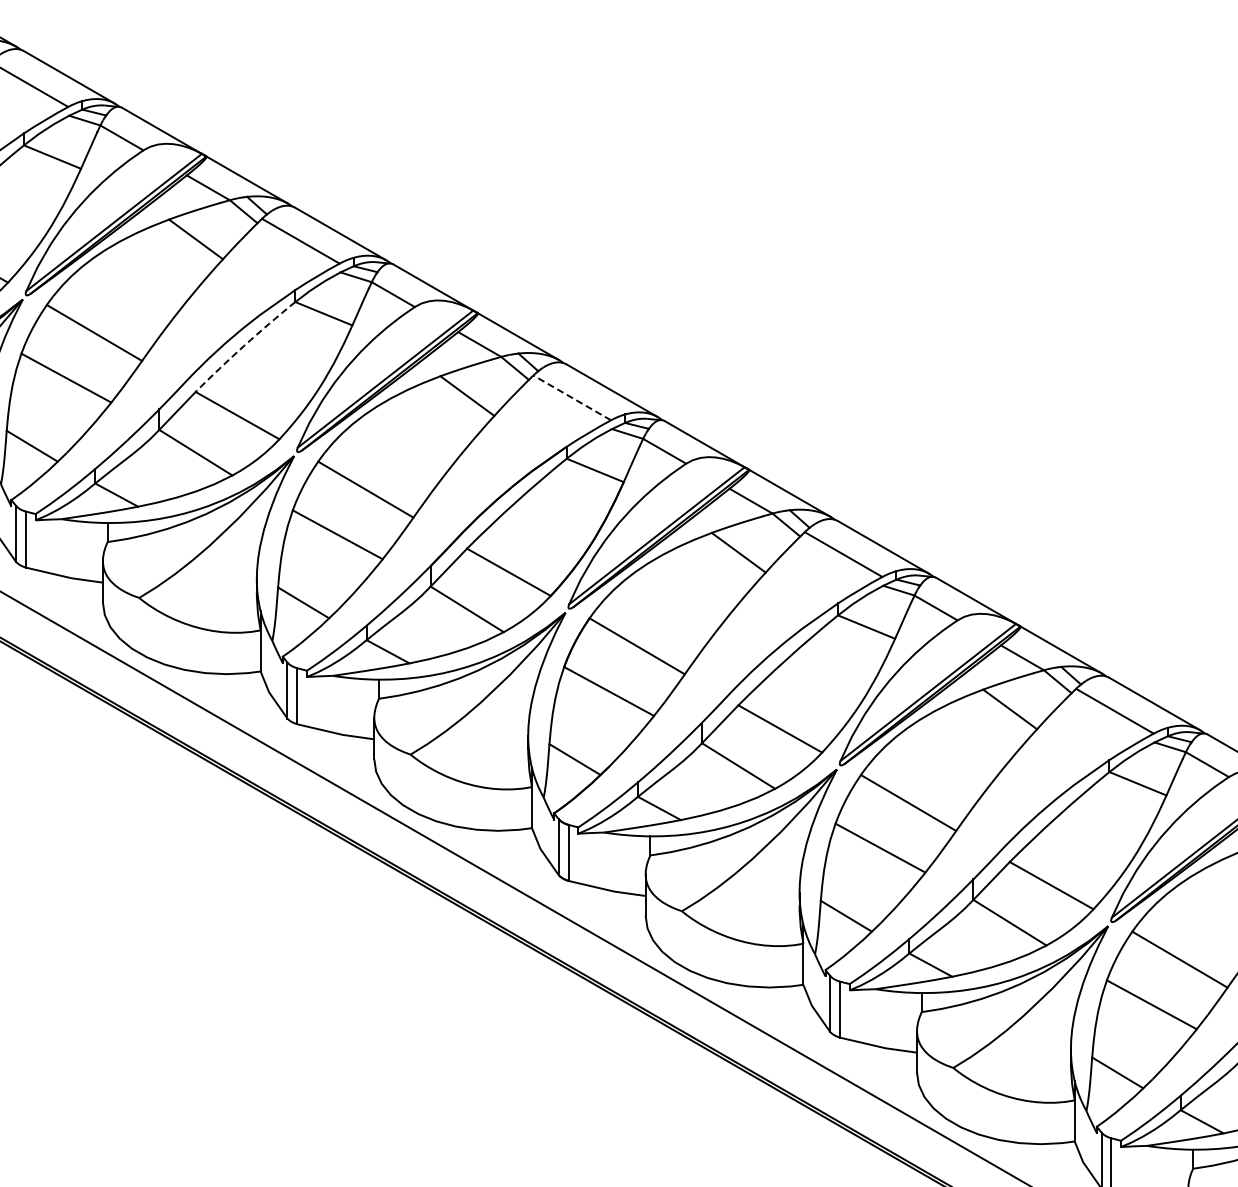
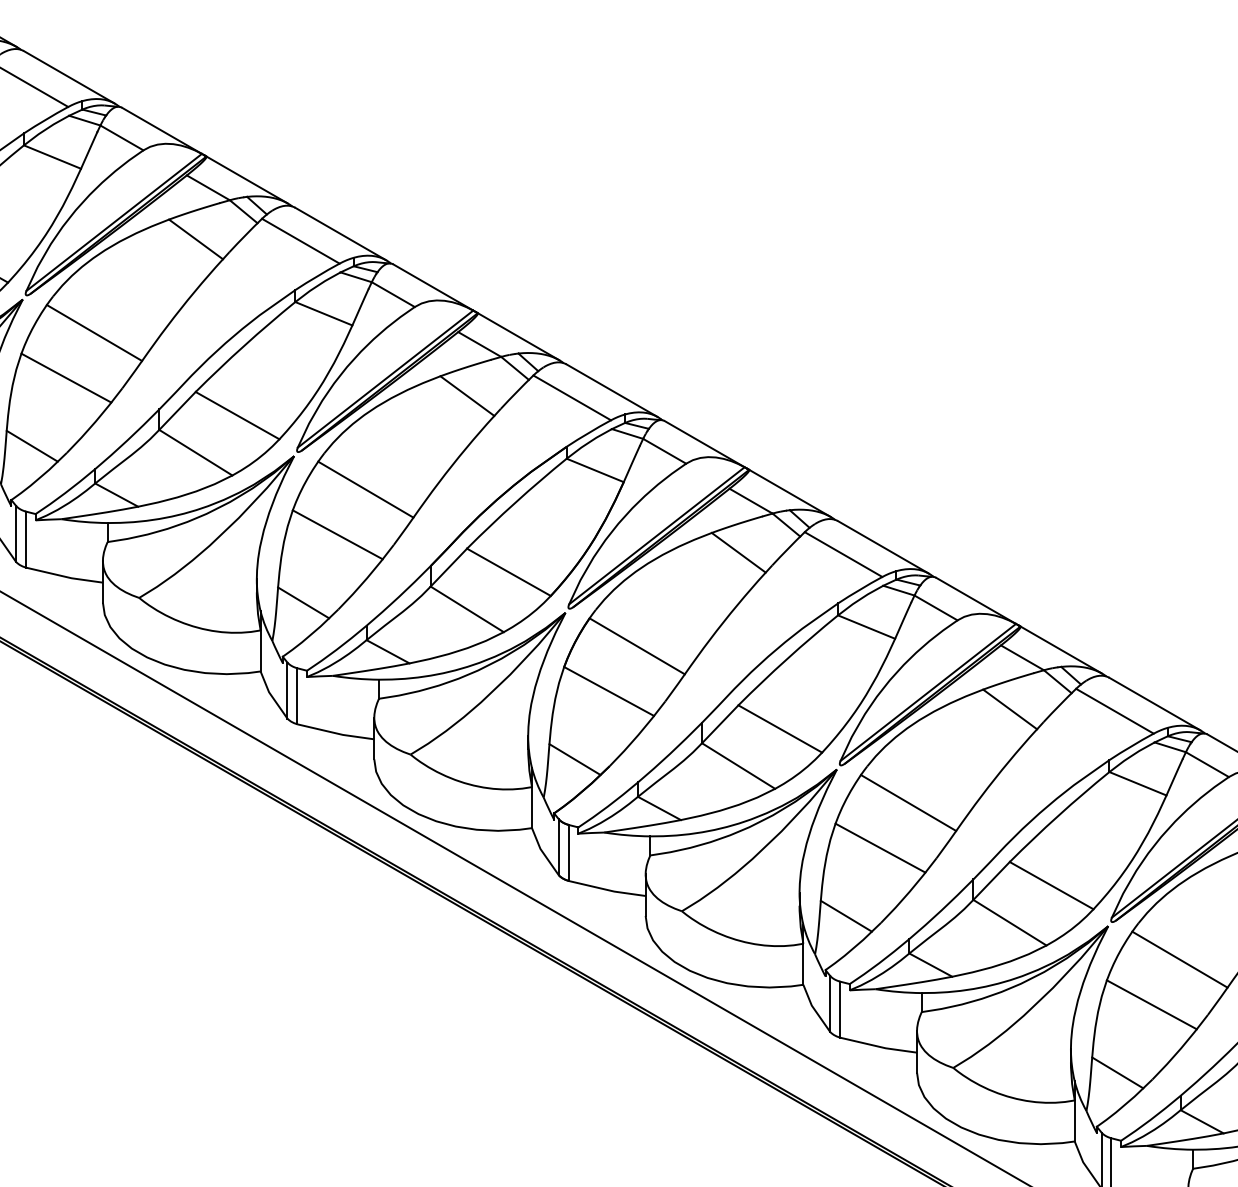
arc at (244, 345): dashed -> solid
line at (572, 397): dashed -> solid
